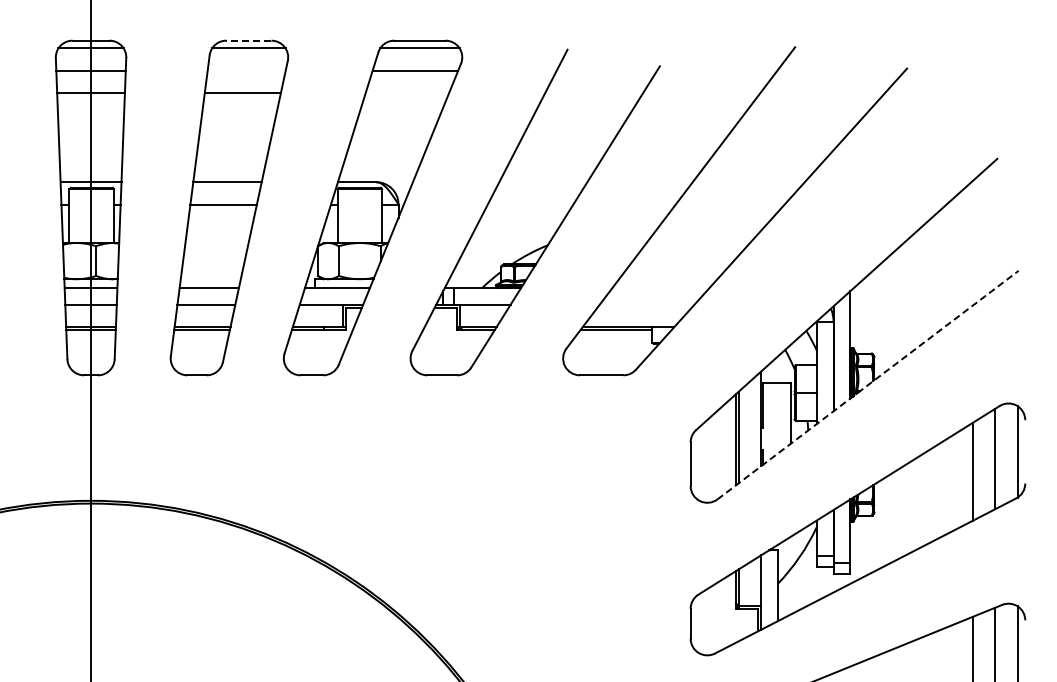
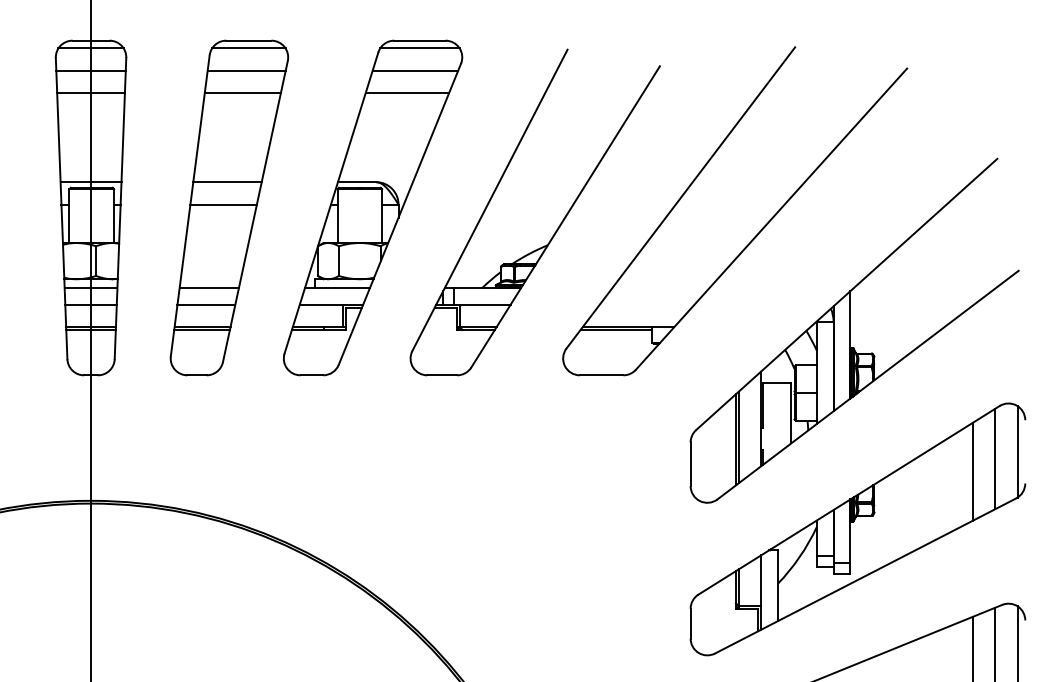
line at (248, 40): dashed -> solid
line at (246, 70): none -> present
line at (407, 92): none -> present
line at (868, 384): dashed -> solid
